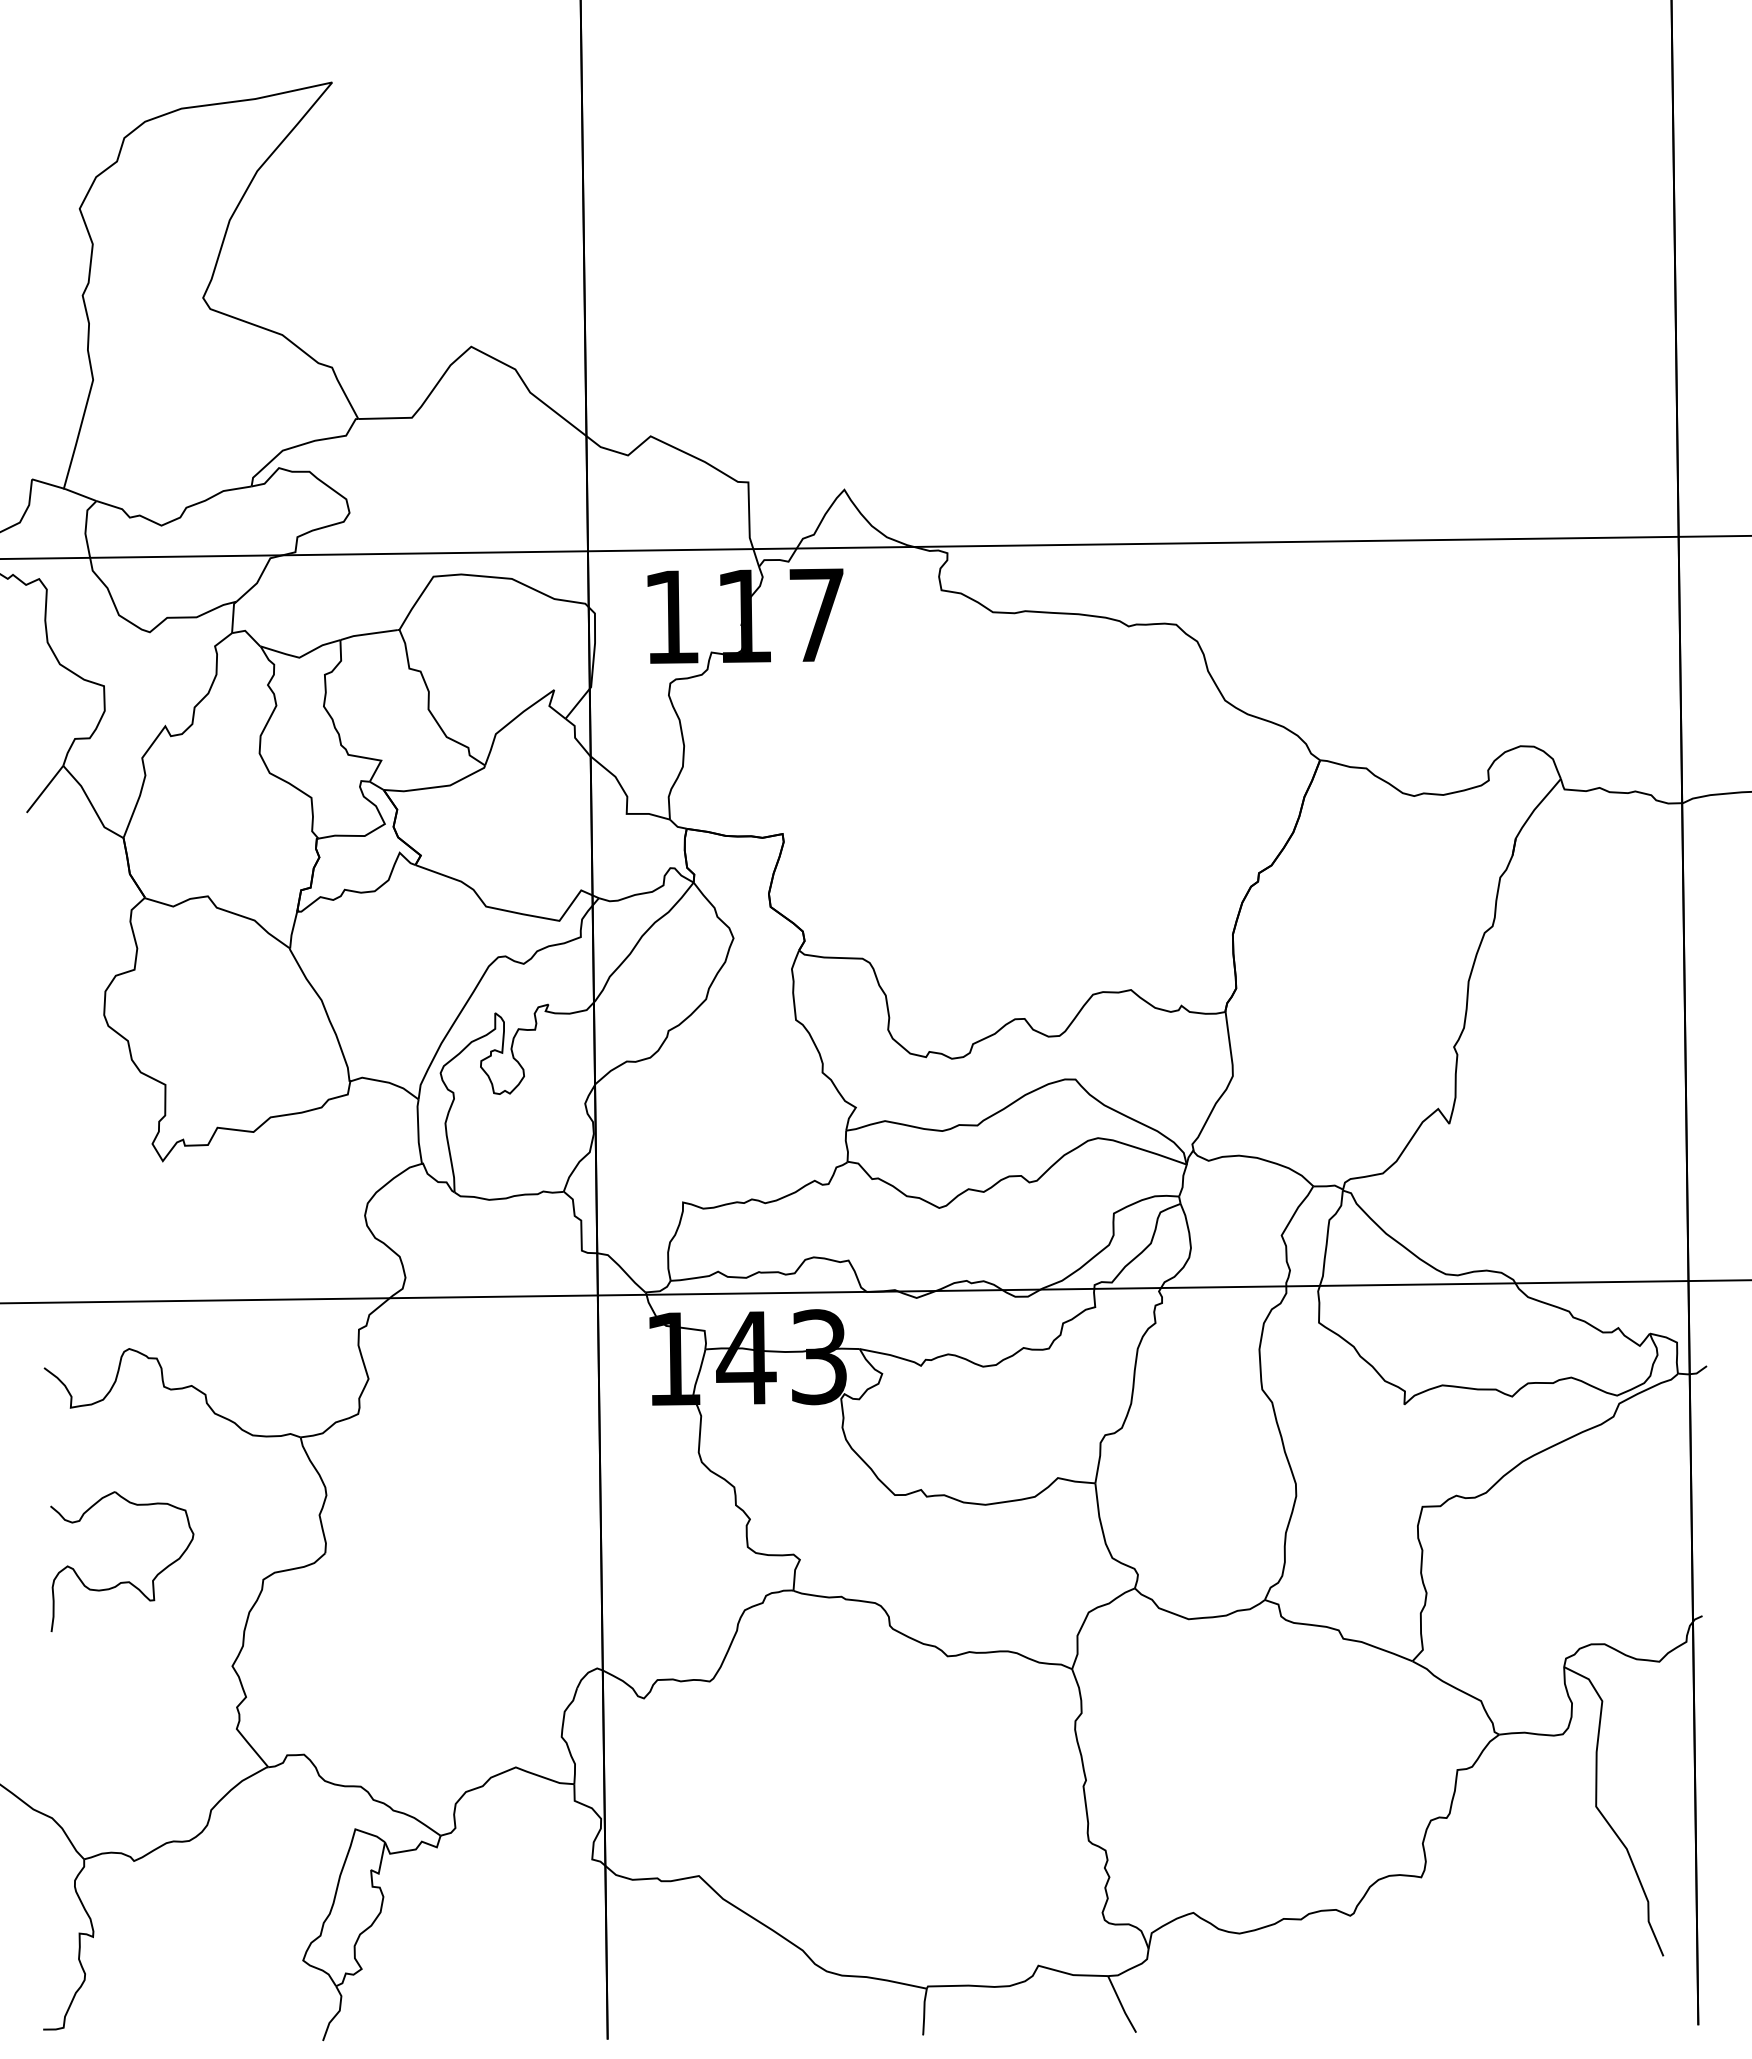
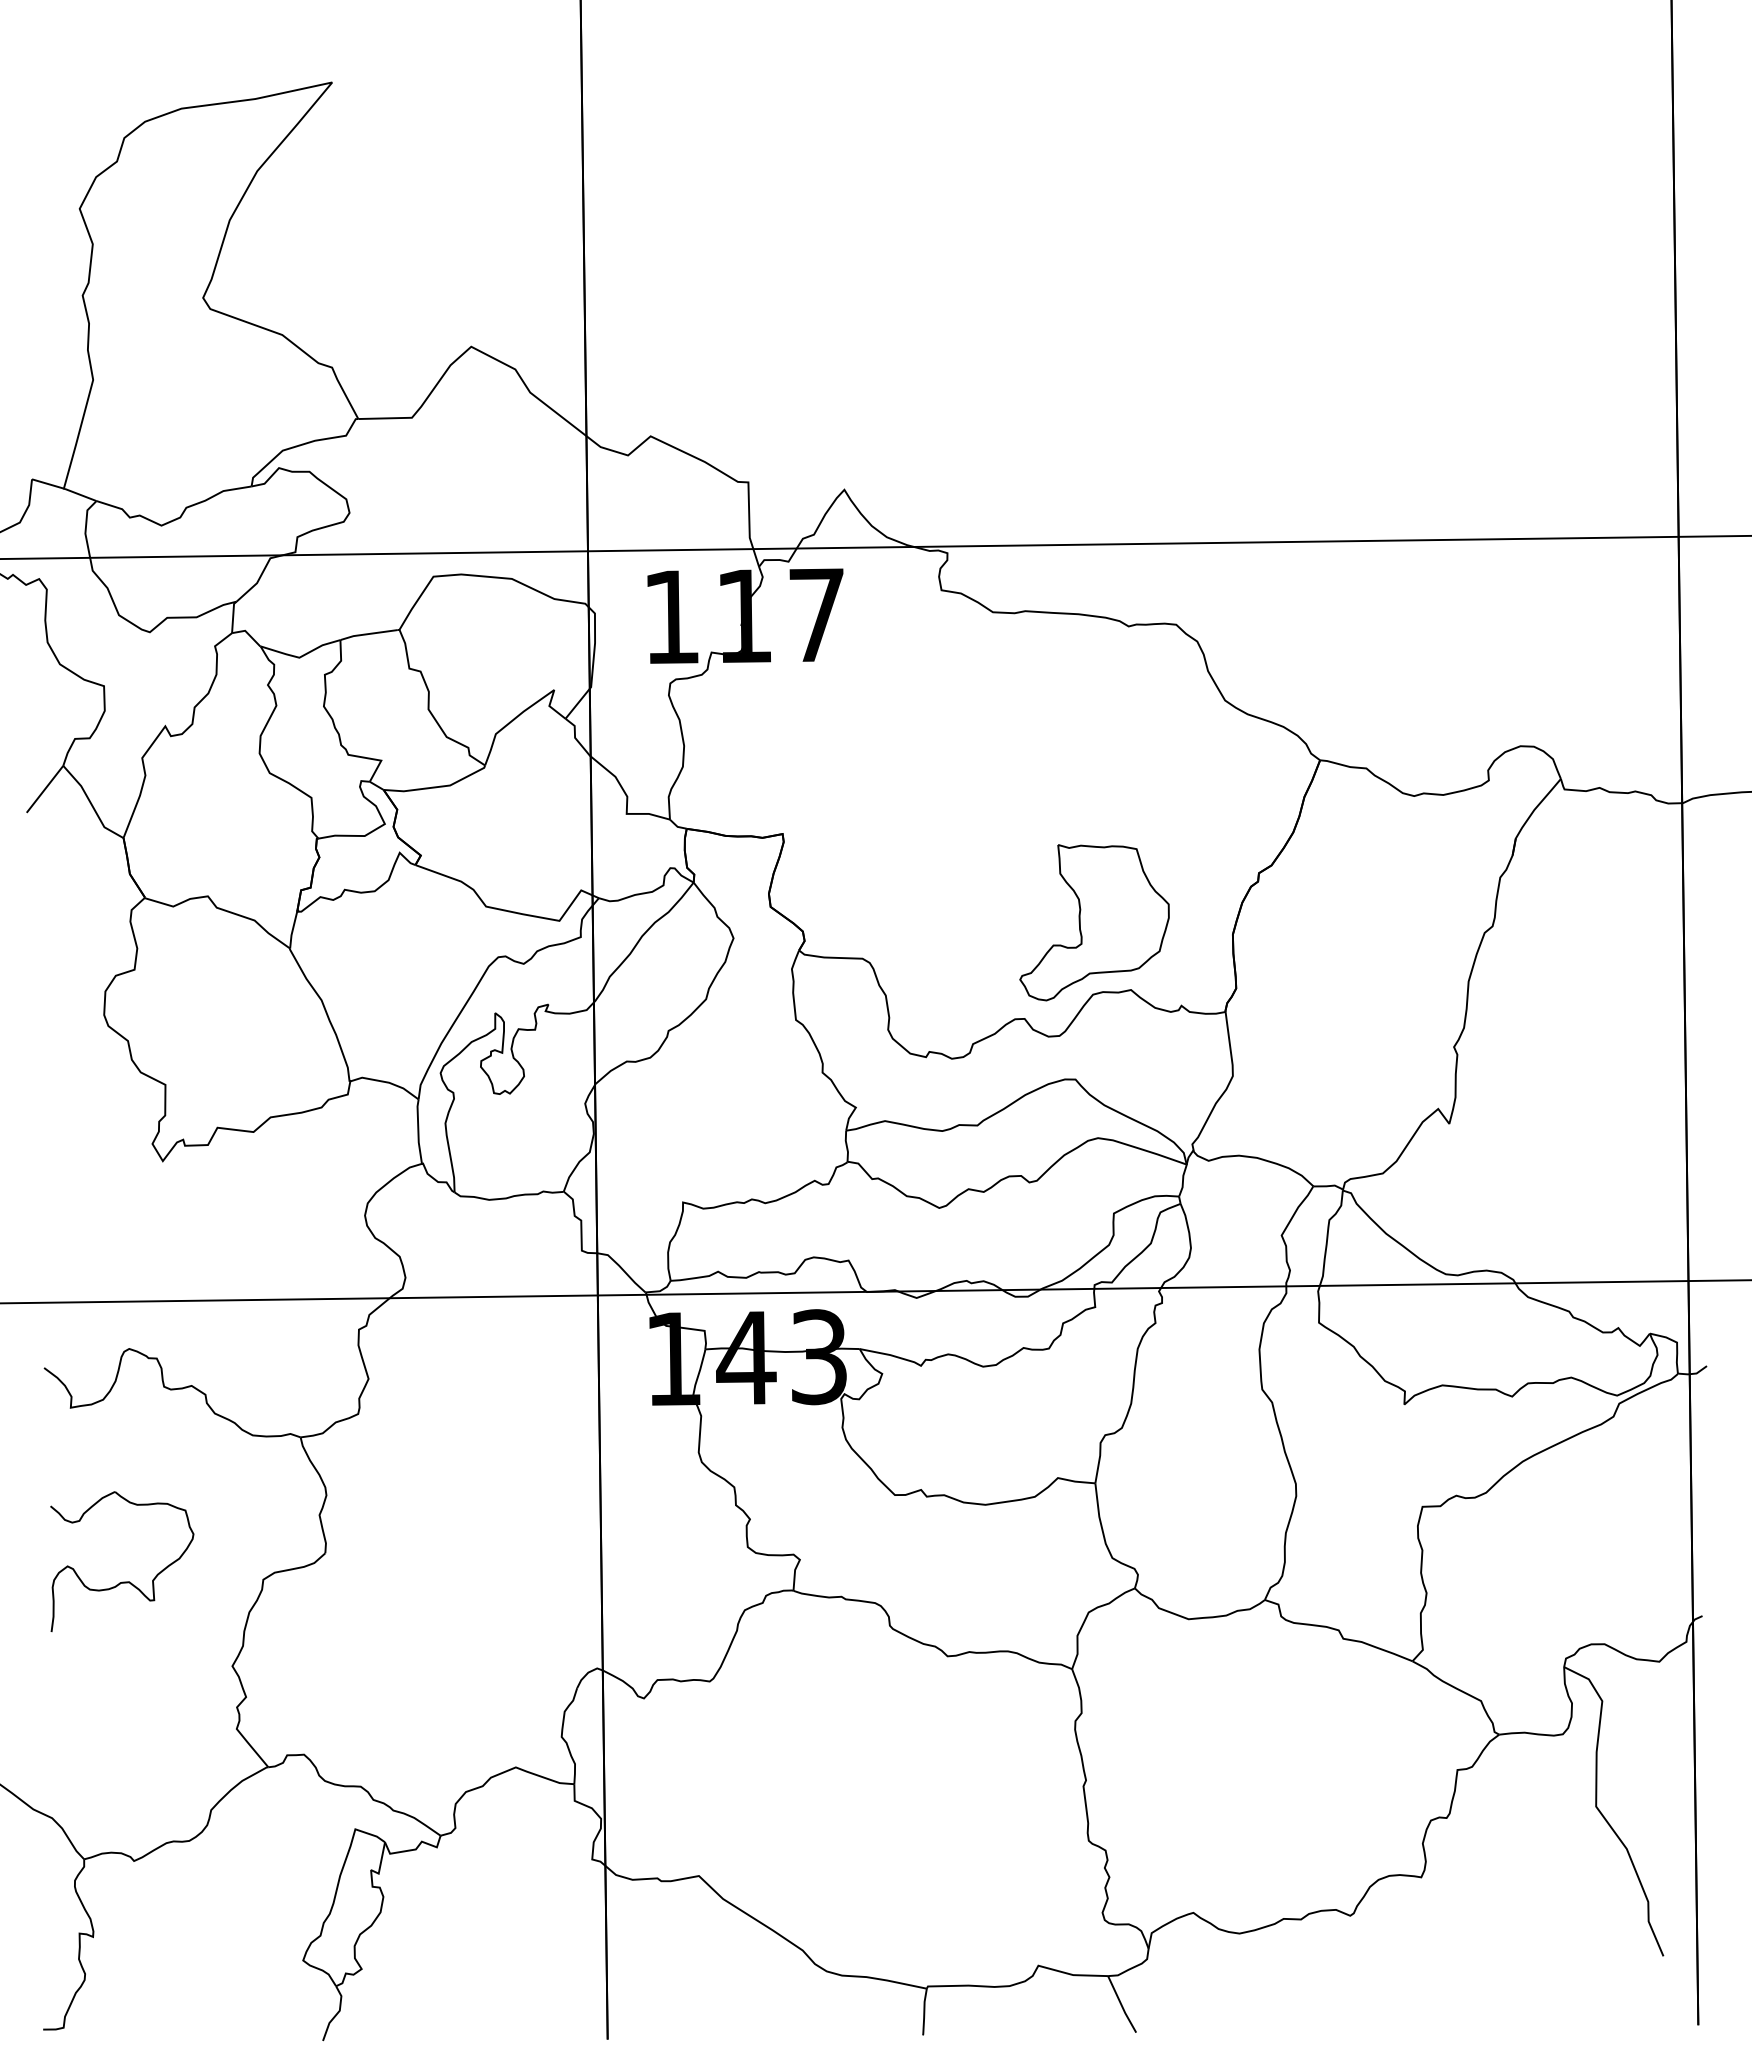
part at (1094, 922): none -> present
